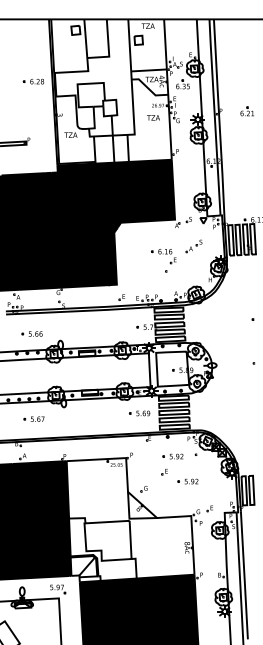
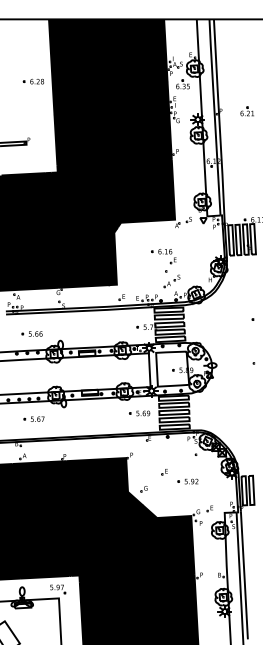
fill at (110, 92): none -> present
part at (193, 246) position: (193, 246) -> (171, 281)
part at (172, 456): present -> none
fill at (130, 520): none -> present
